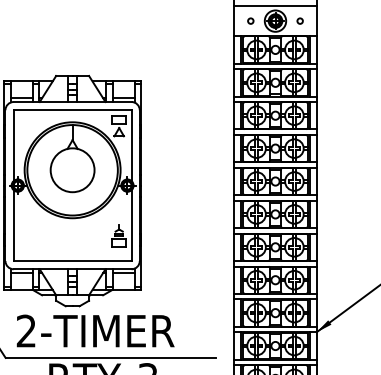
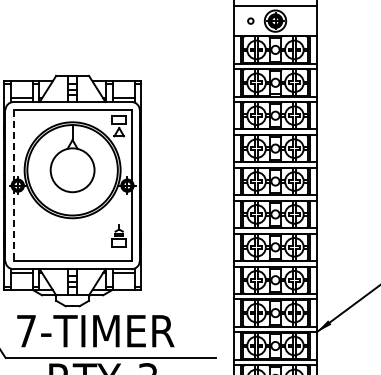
circle at (299, 20): present -> none
line at (13, 186): solid -> dashed
text at (25, 330): 2-TIMER -> 7-TIMER
